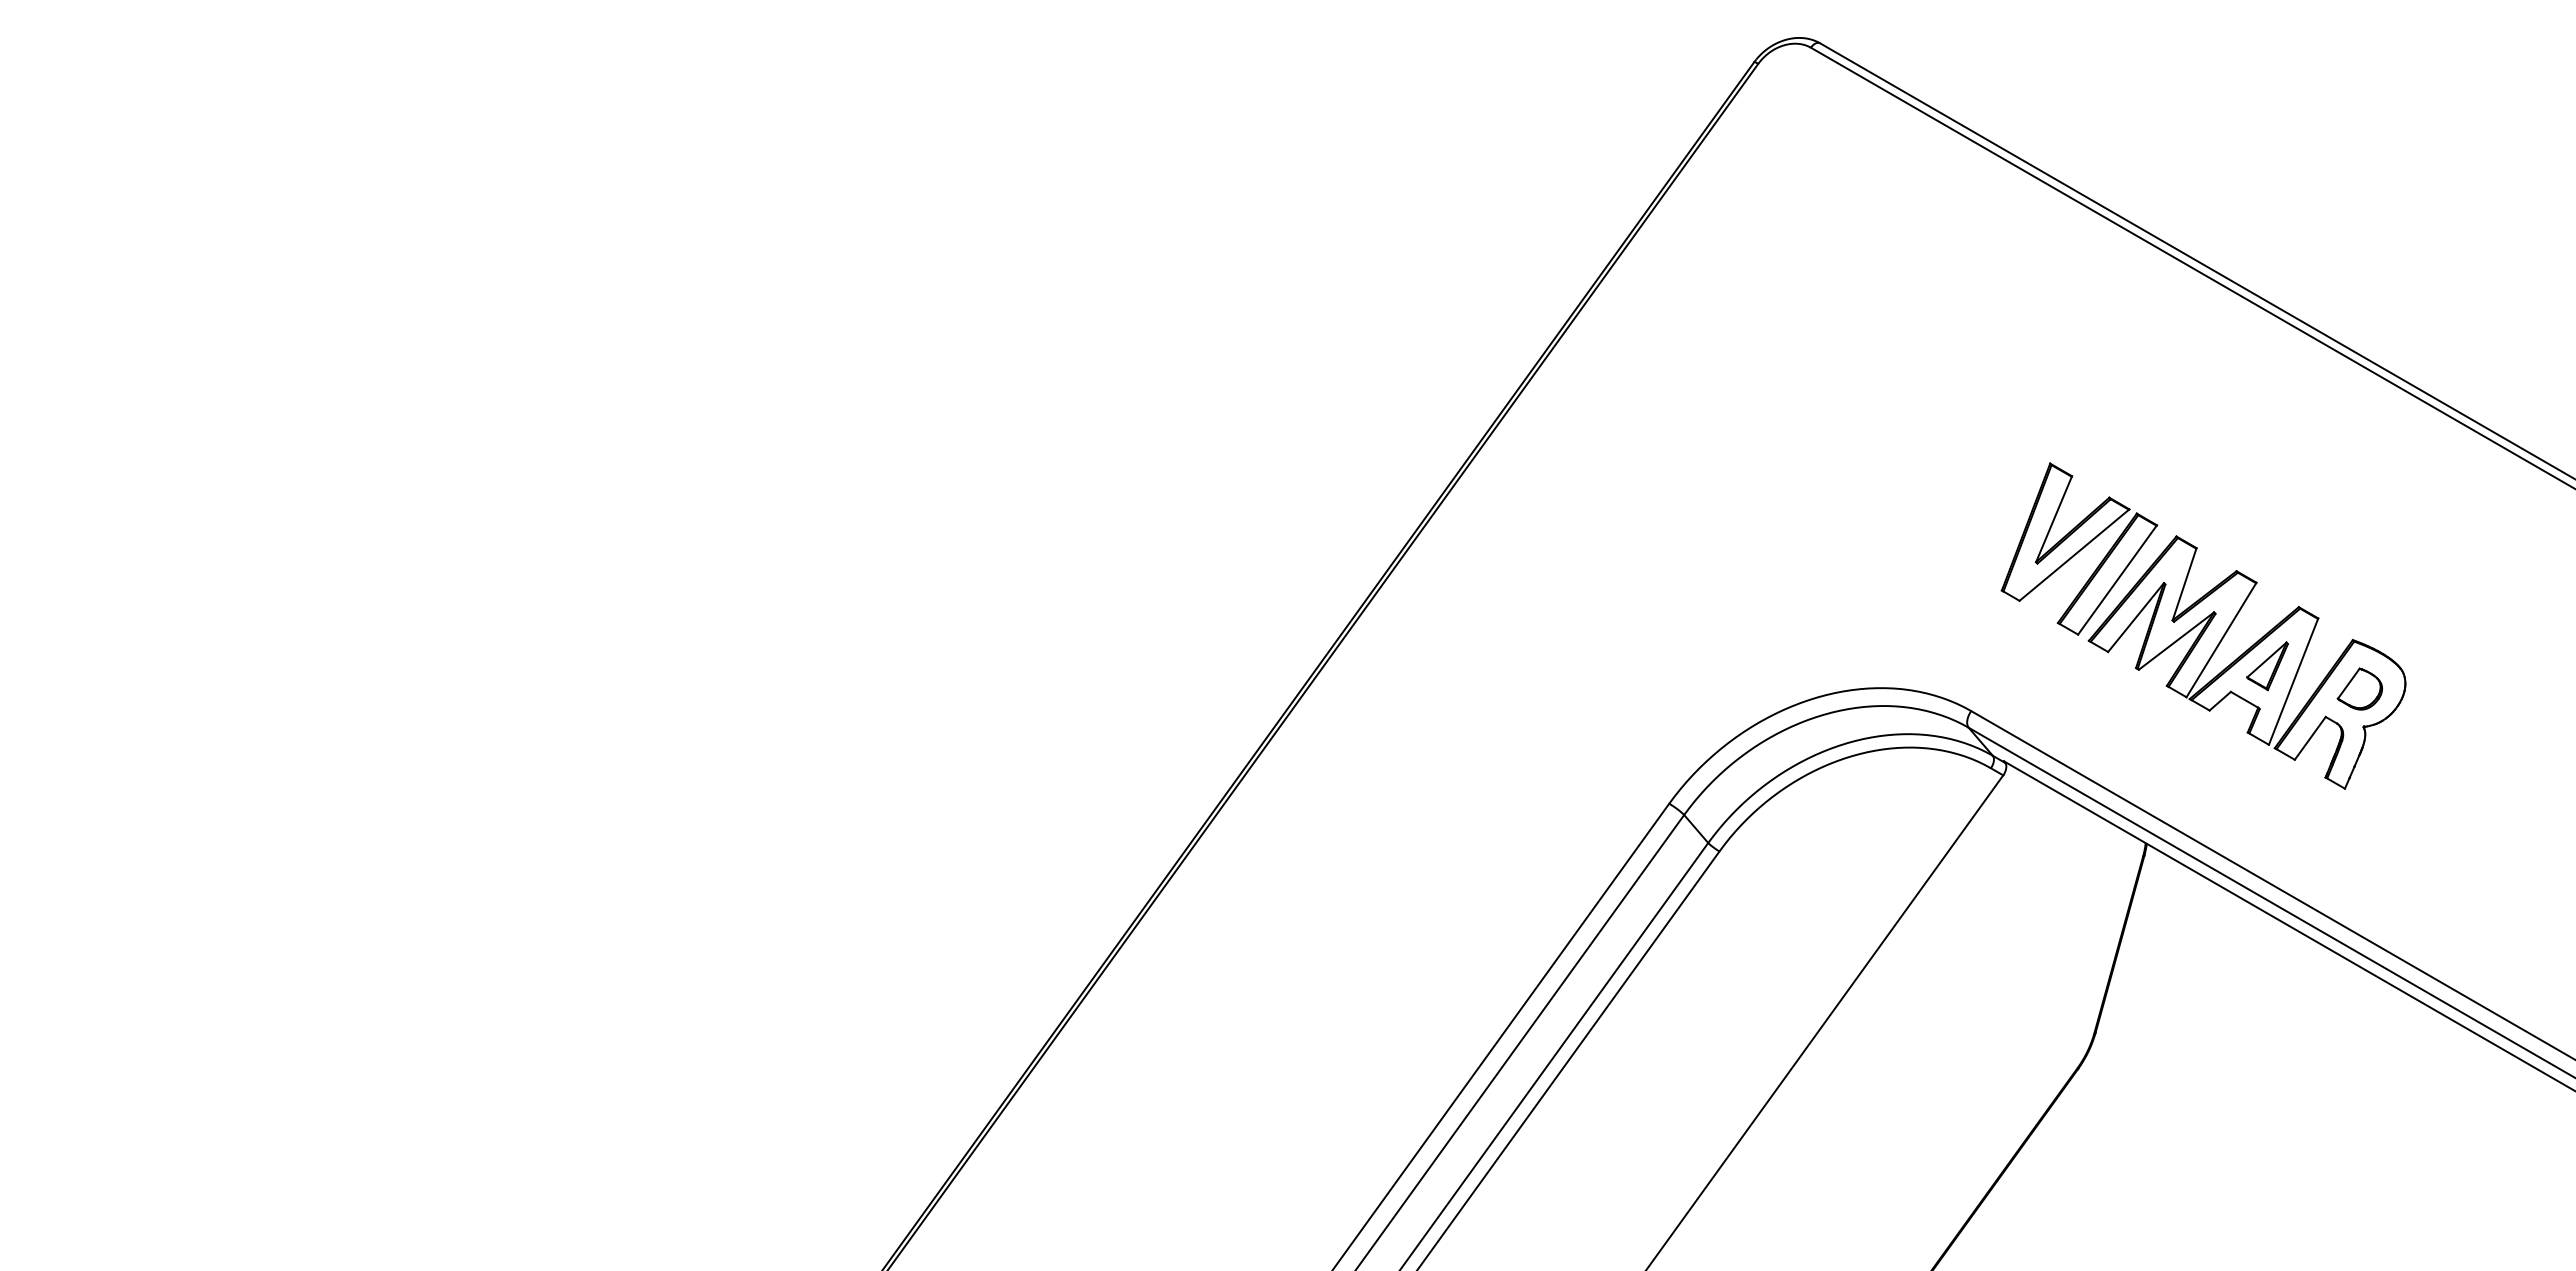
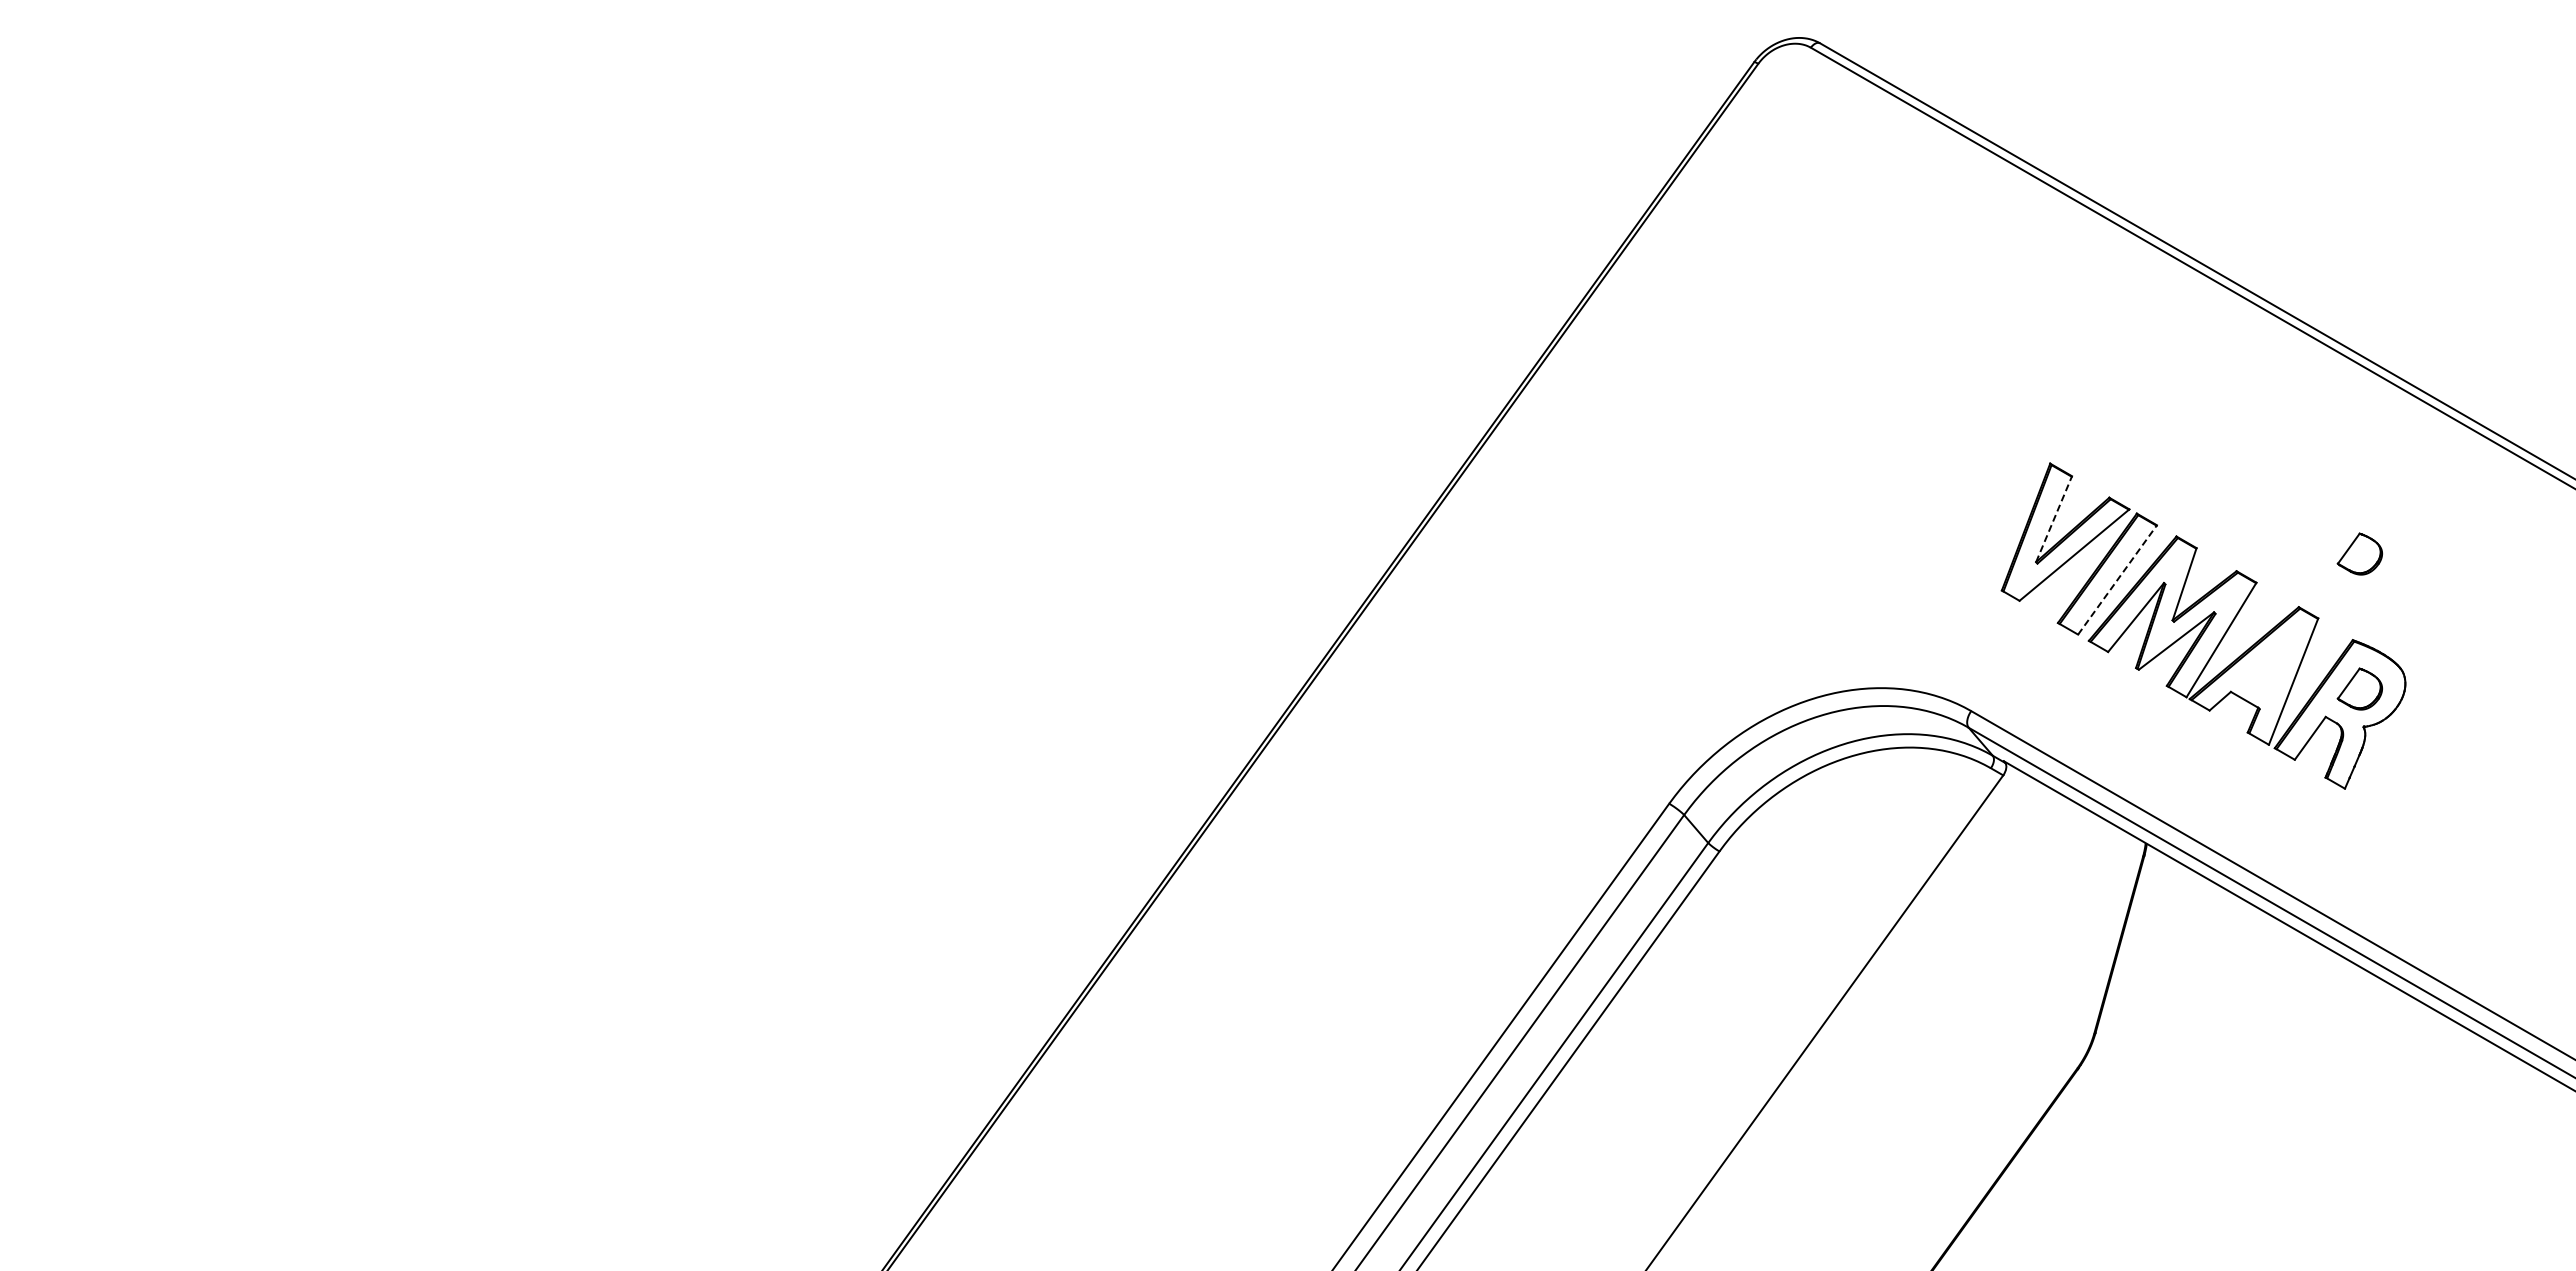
line at (2054, 519): solid -> dashed
part at (2359, 553): none -> present
line at (2117, 579): solid -> dashed
part at (2267, 666): present -> none
